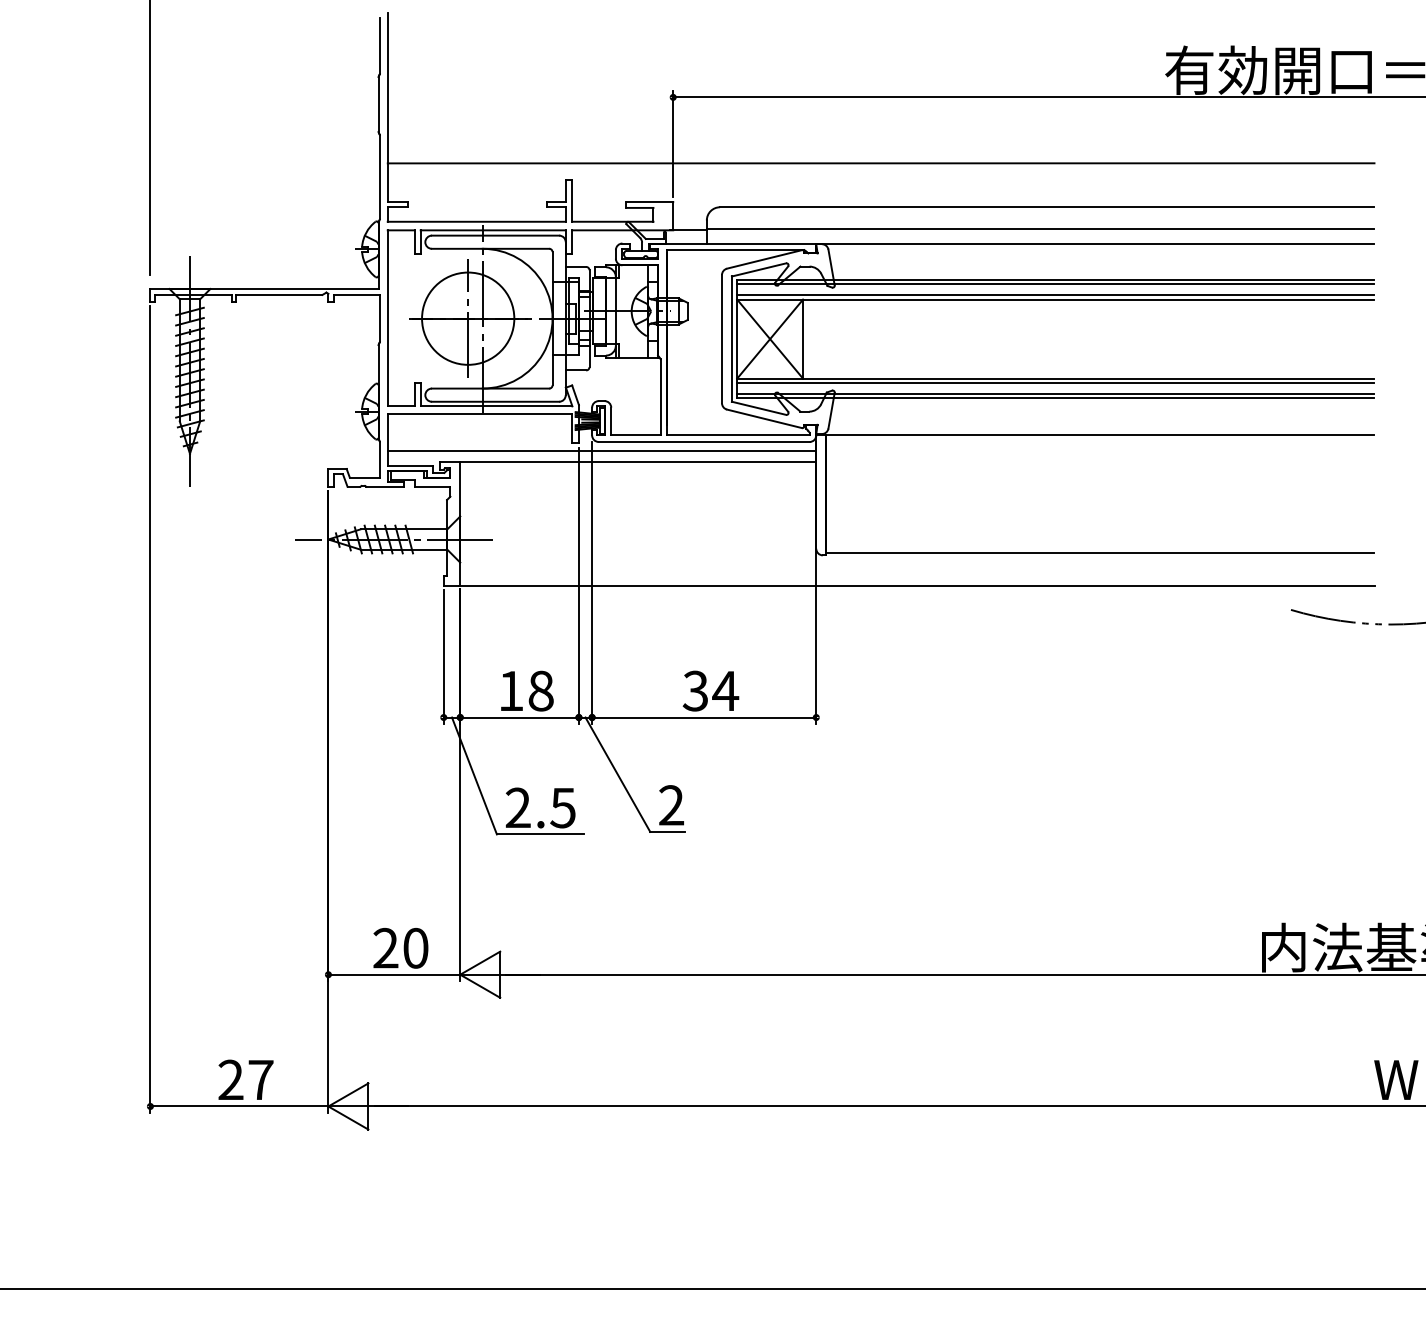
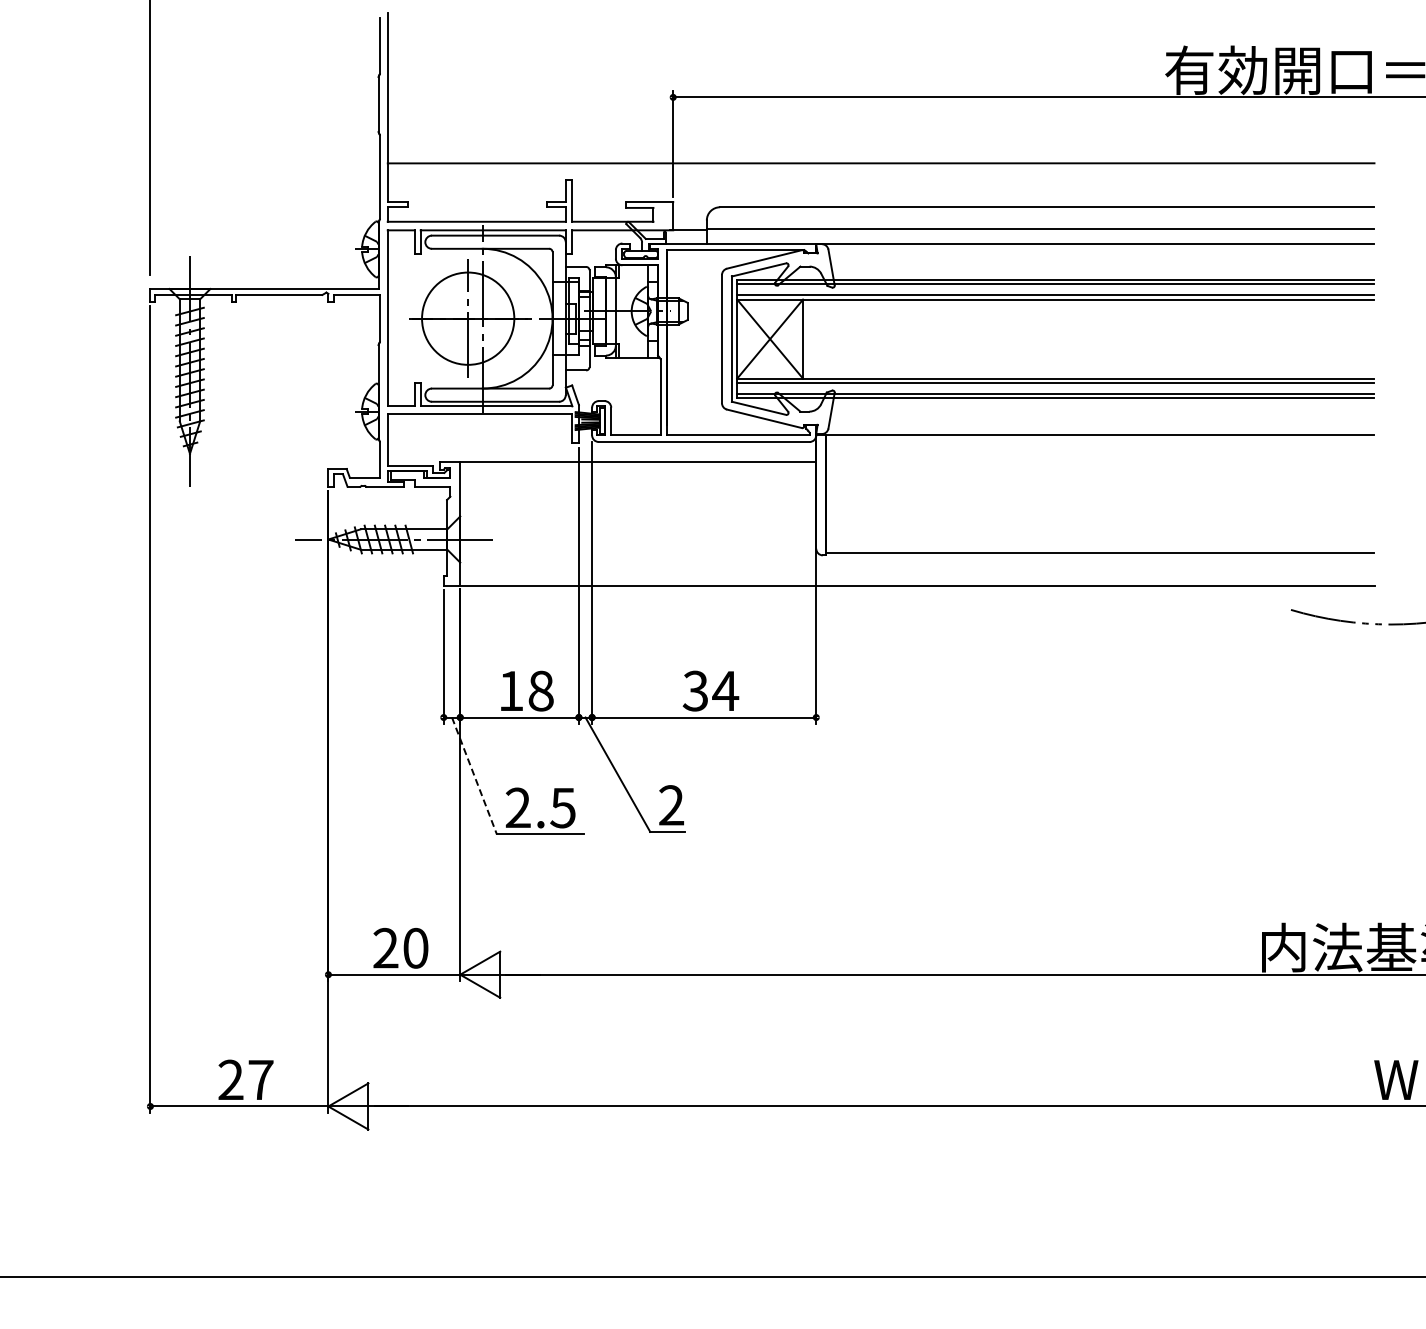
line at (601, 451): present -> none
line at (474, 775): solid -> dashed
line at (712, 1288) position: (712, 1288) -> (712, 1276)
